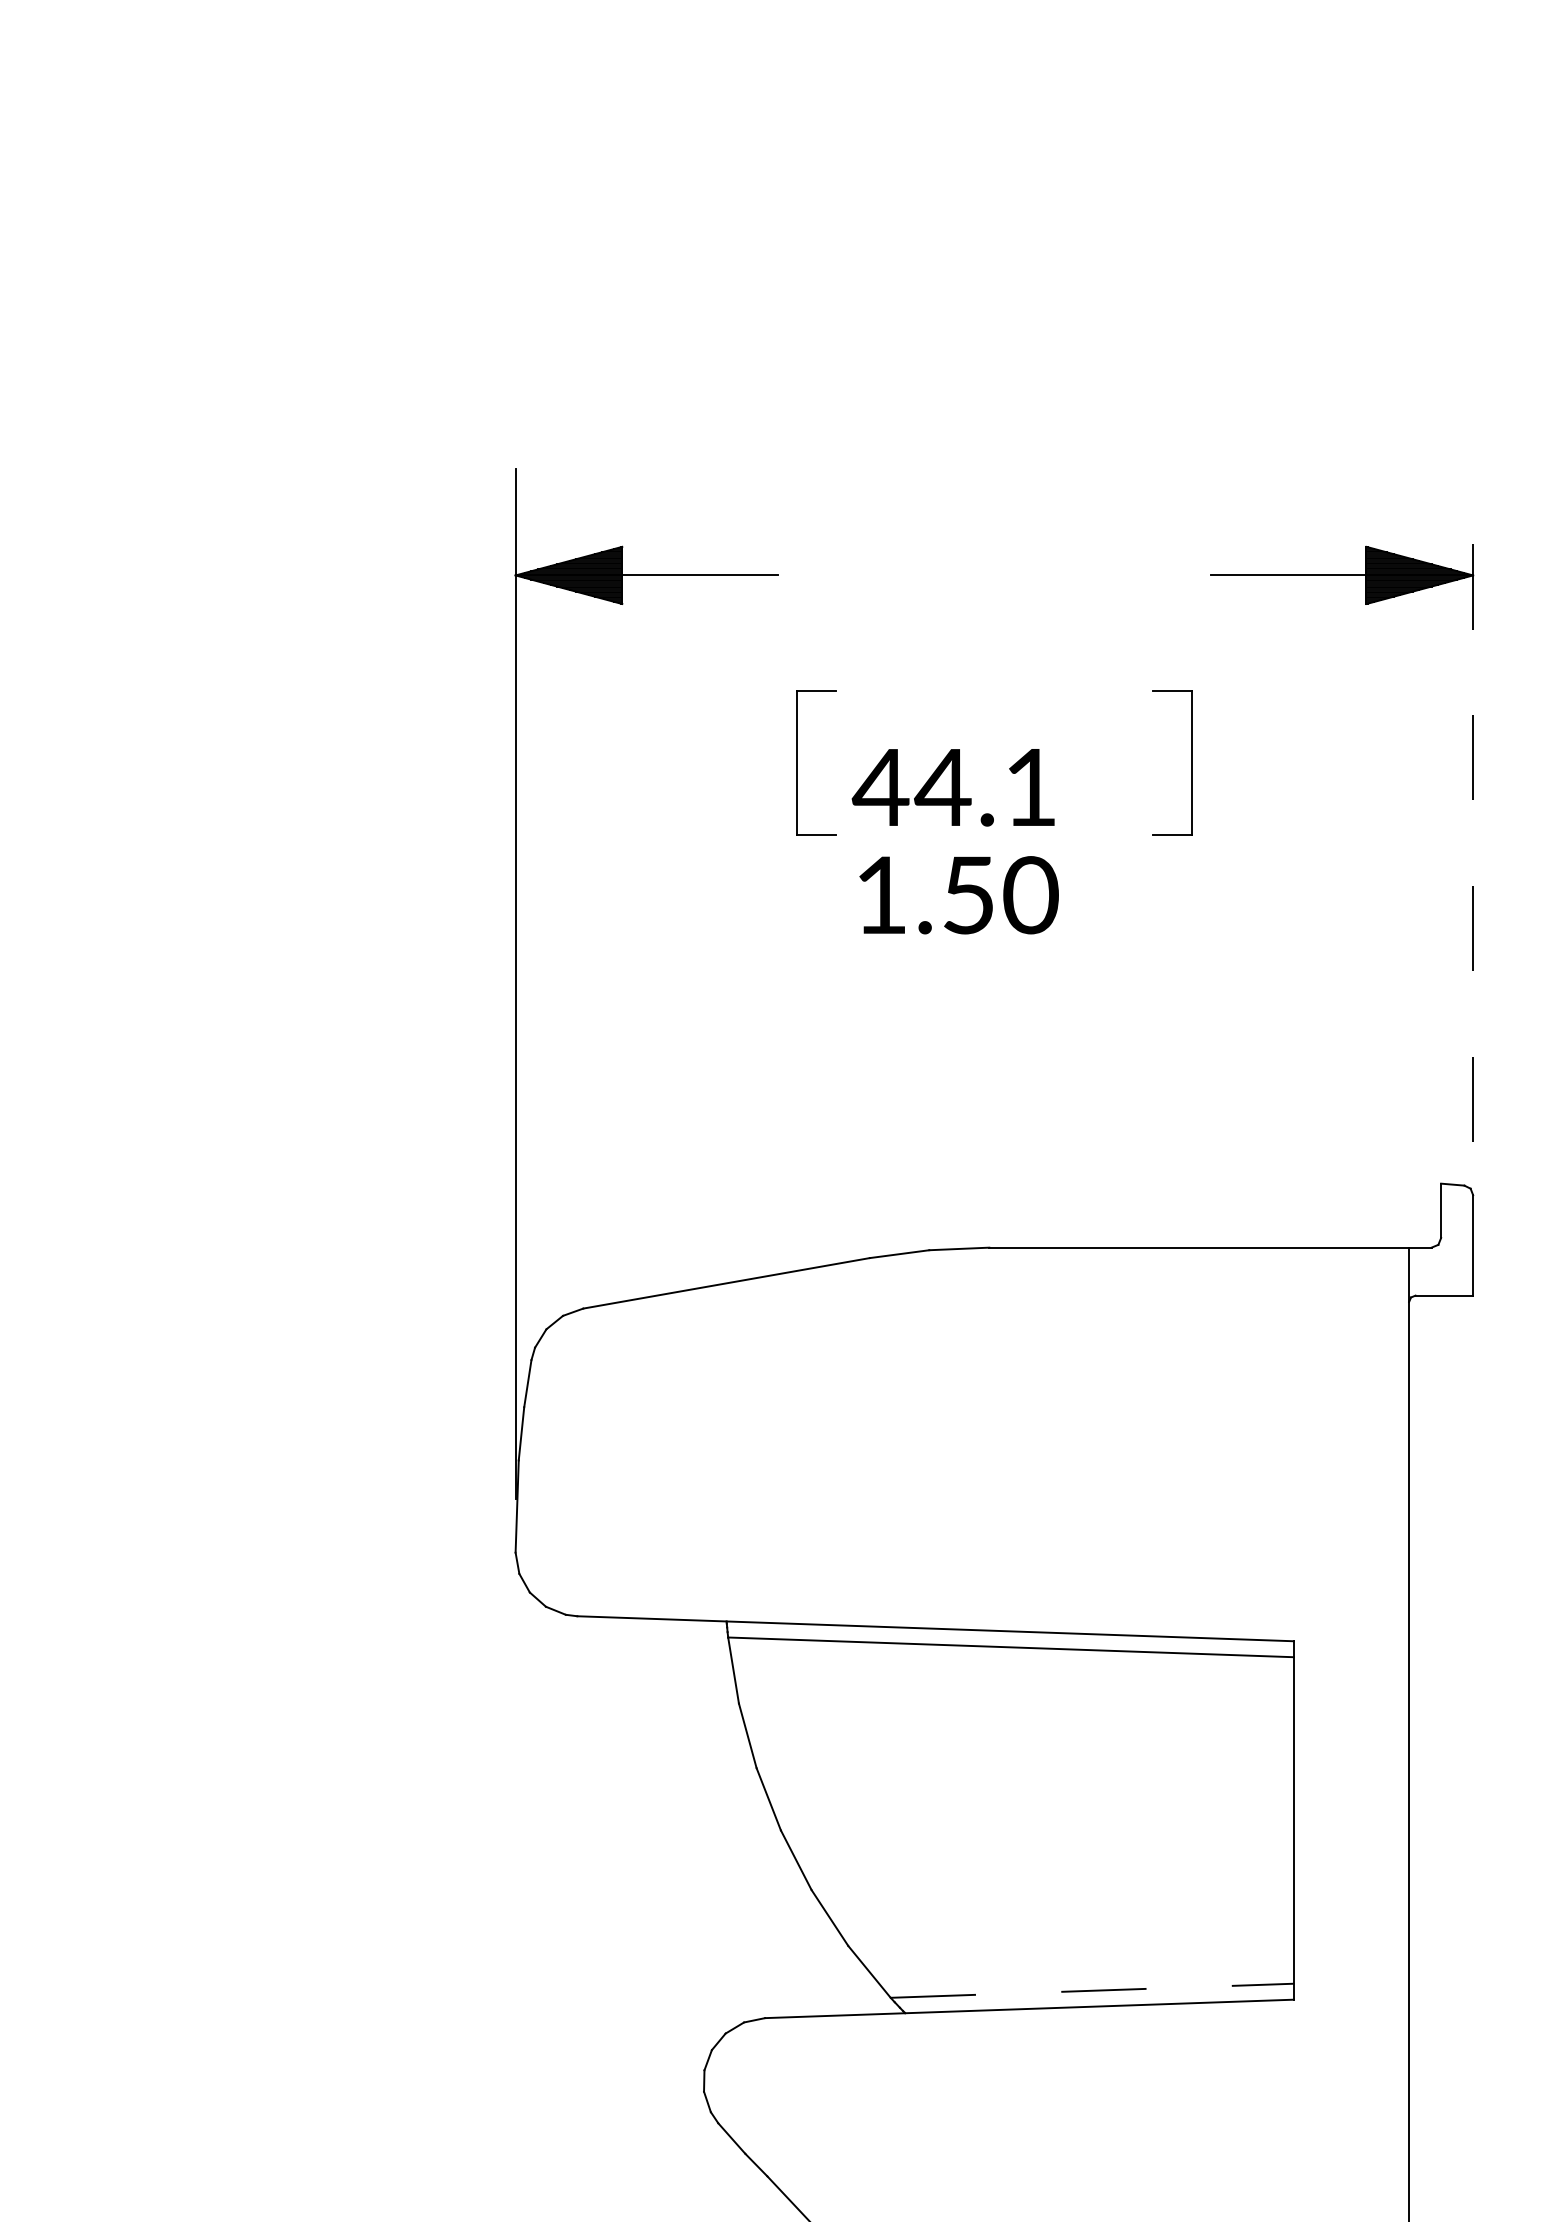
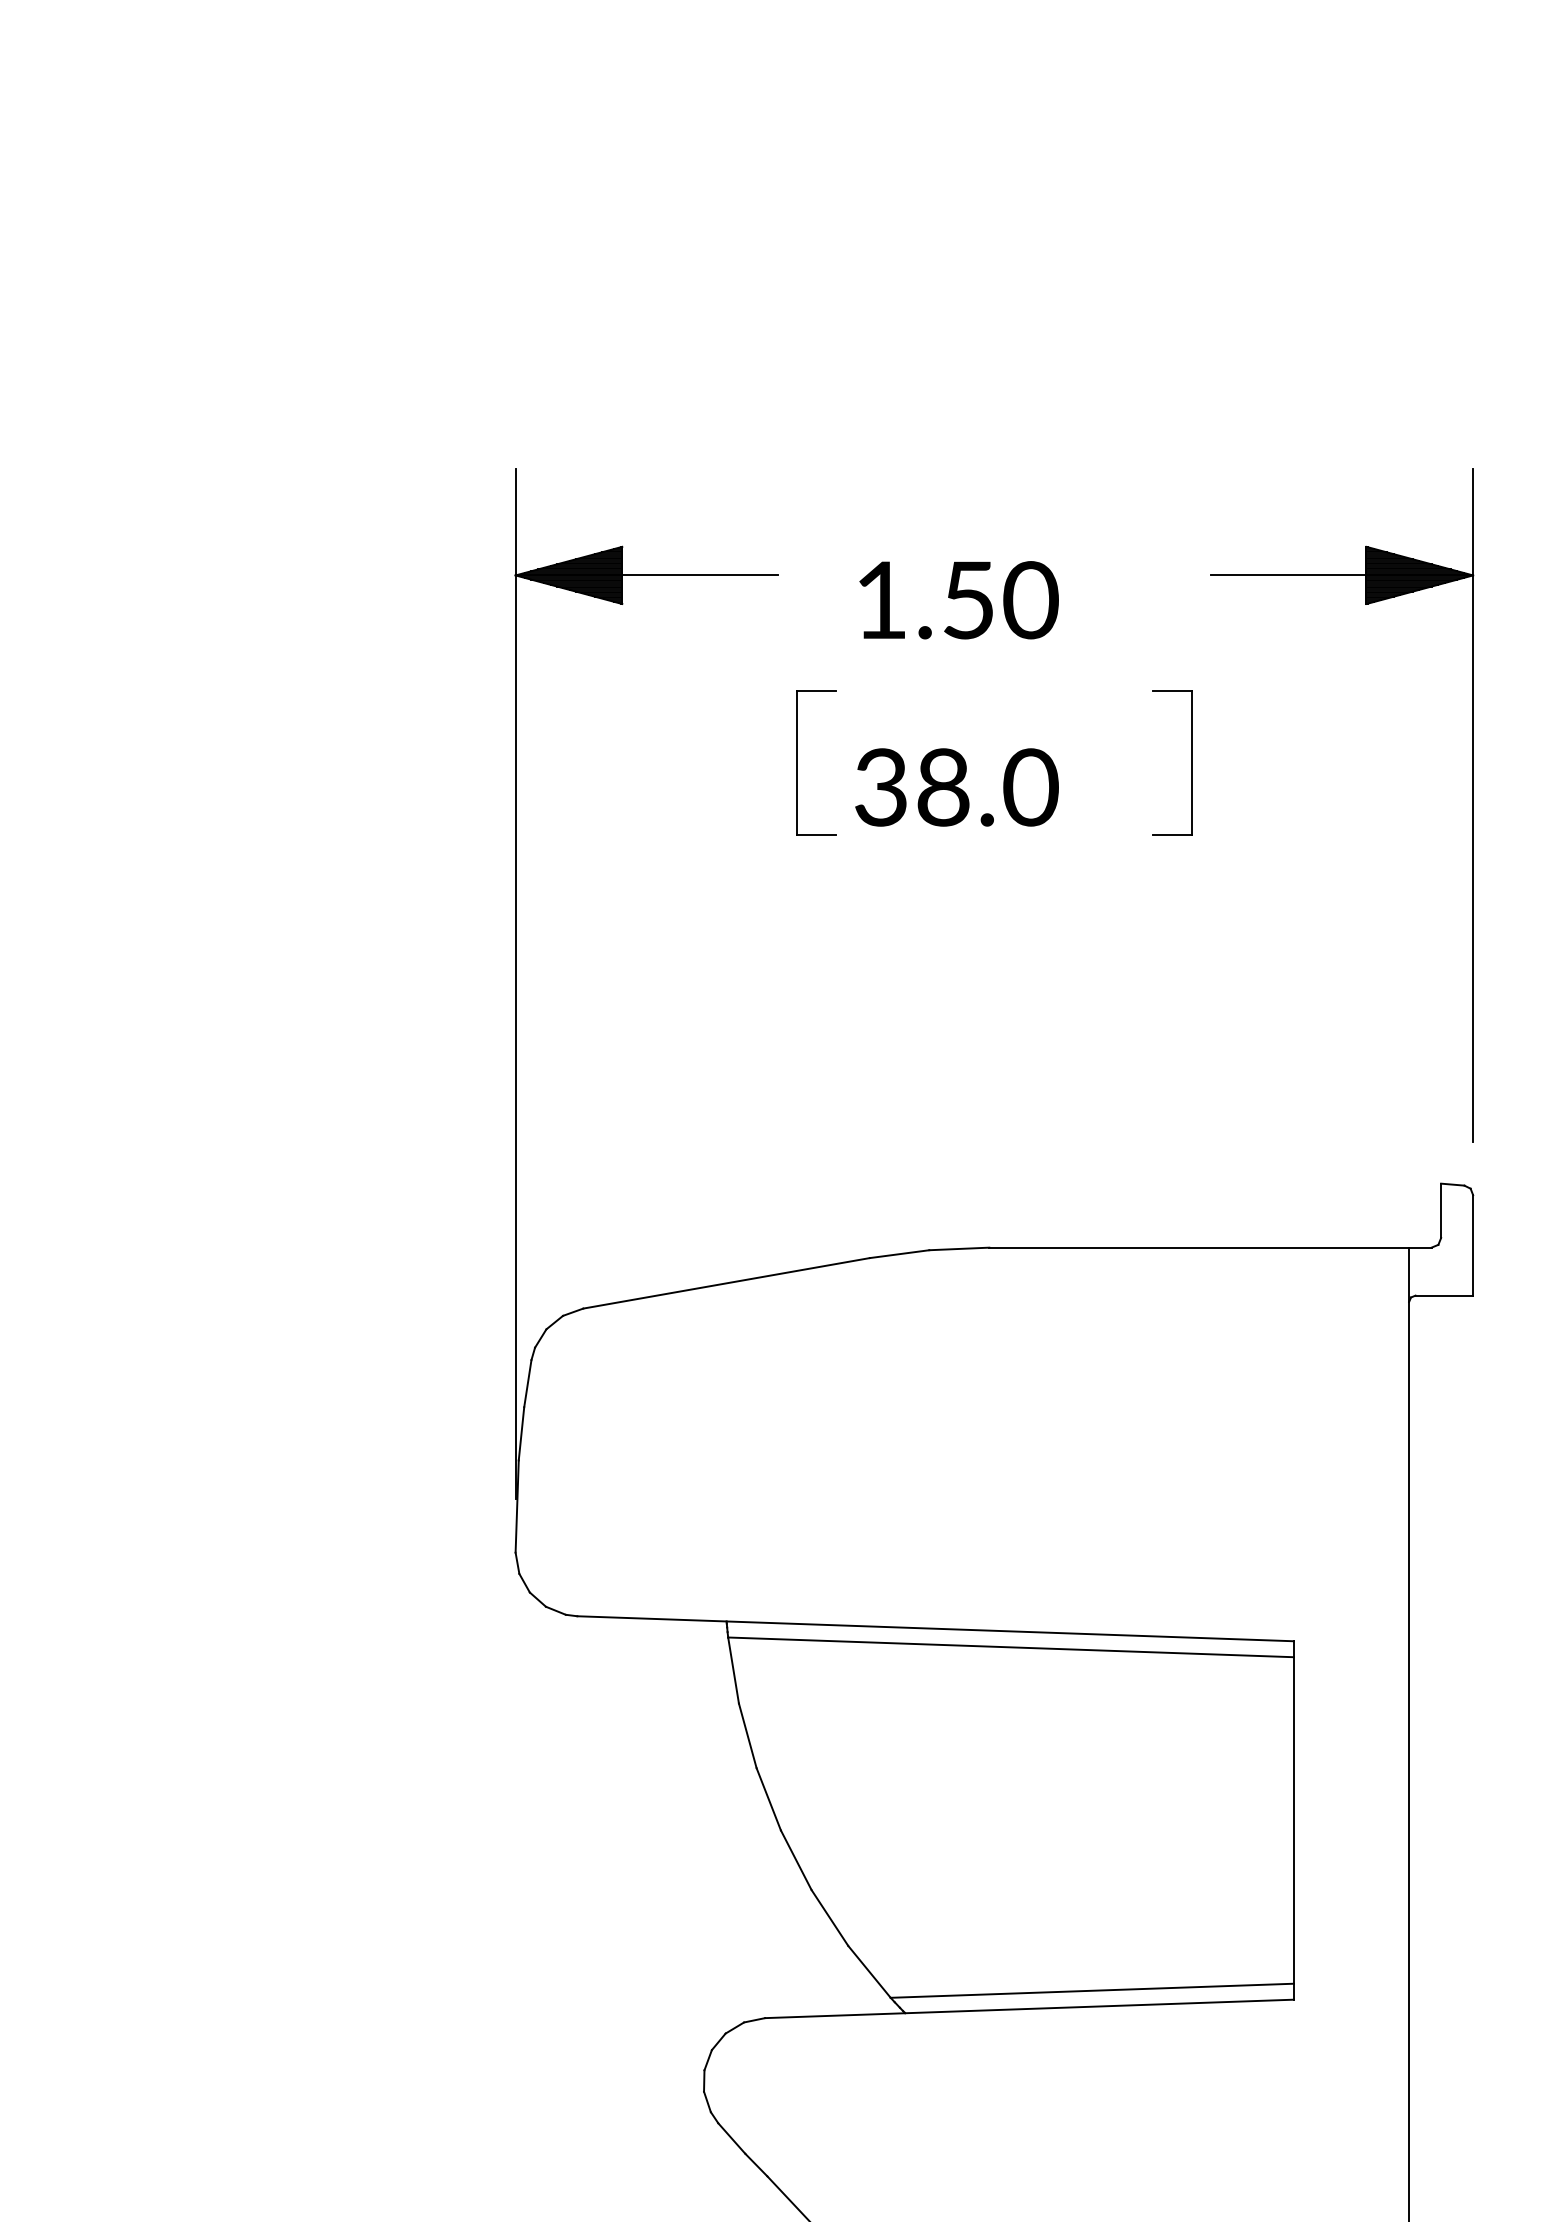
text at (954, 787): 44.1 -> 38.0
line at (1473, 805): dashed -> solid
text at (958, 895) position: (958, 895) -> (958, 600)
line at (1092, 1990): dashed -> solid
